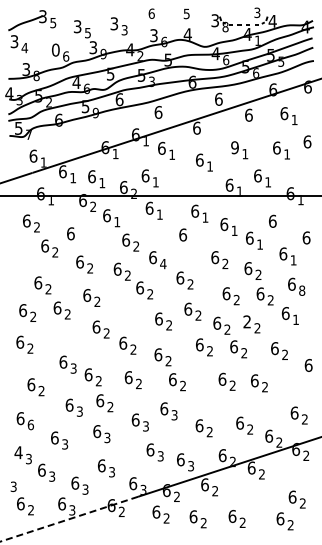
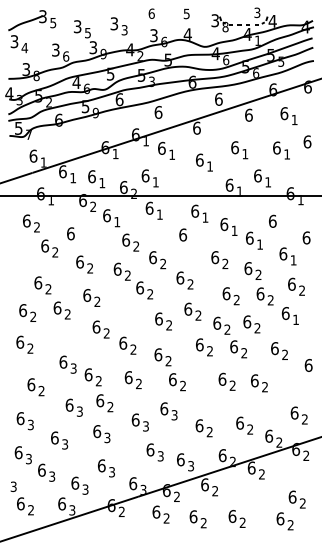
text at (55, 49): 0 -> 3
text at (234, 147): 9 -> 6
text at (163, 263): 4 -> 2
text at (302, 290): 8 -> 2
text at (247, 321): 2 -> 6
text at (30, 424): 6 -> 3
text at (18, 452): 4 -> 6
line at (68, 519): dashed -> solid
